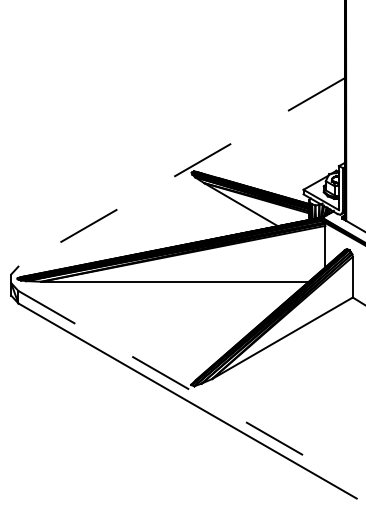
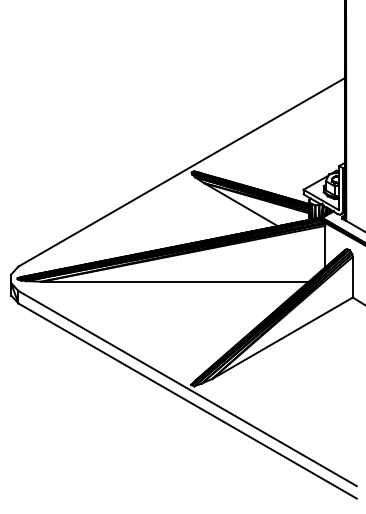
line at (181, 172): dashed -> solid
line at (188, 388): dashed -> solid
